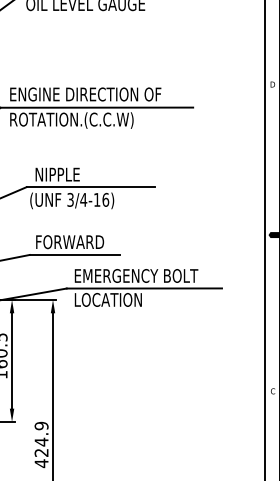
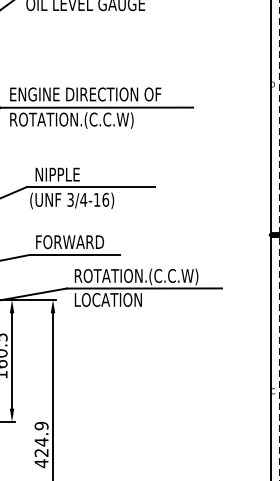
line at (265, 239) position: (265, 239) -> (271, 239)
line at (279, 240): solid -> dashed
text at (137, 276): EMERGENCY BOLT -> ROTATION.(C.C.W)
